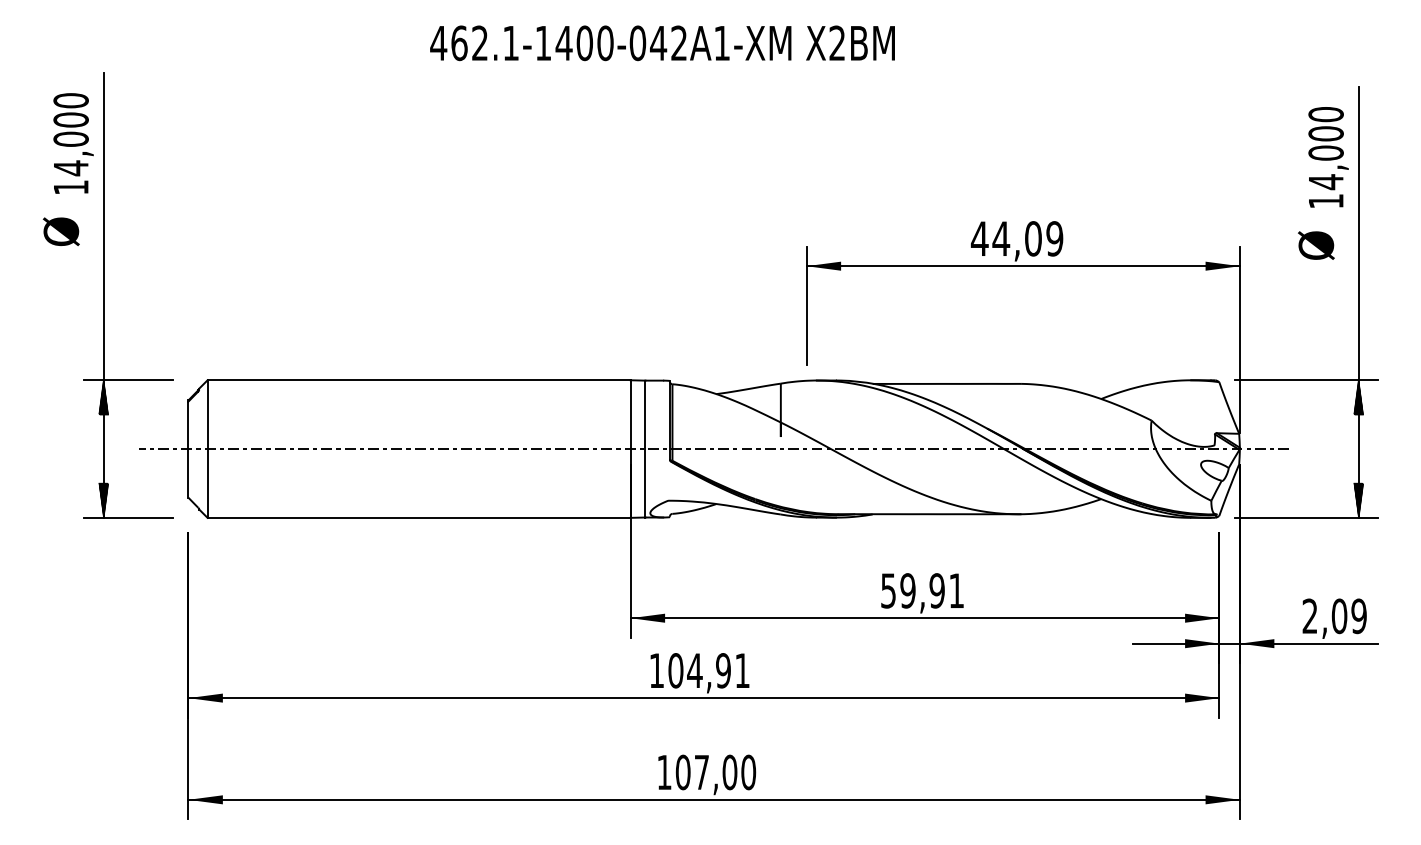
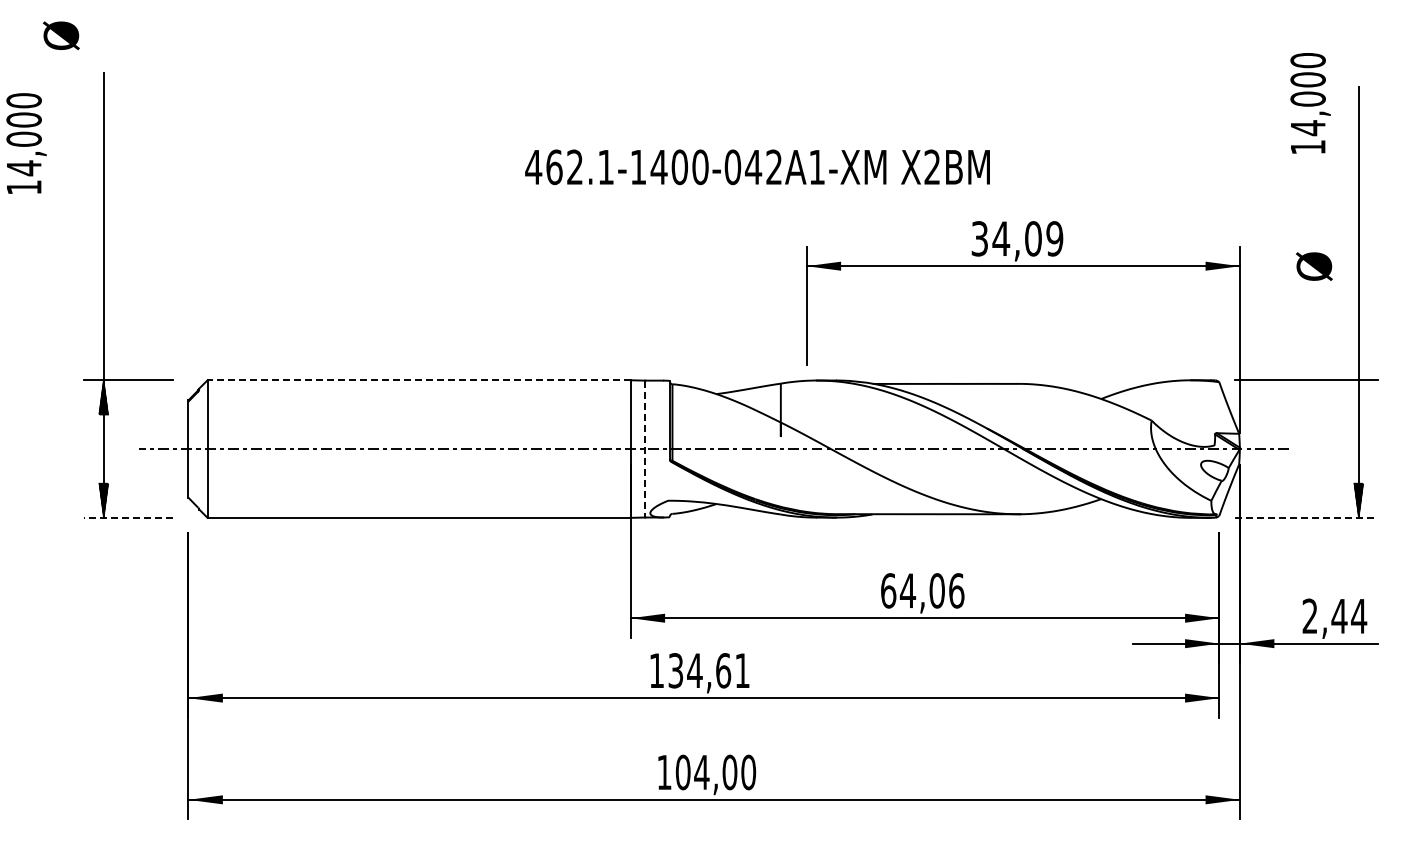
text at (662, 43) position: (662, 43) -> (757, 167)
text at (73, 143) position: (73, 143) -> (26, 143)
text at (1328, 157) position: (1328, 157) -> (1310, 103)
text at (60, 231) position: (60, 231) -> (60, 35)
text at (979, 238): 44,09 -> 34,09
text at (1316, 245) position: (1316, 245) -> (1314, 266)
line at (419, 380): solid -> dashed
hatch at (1358, 397): present -> none
line at (645, 449): solid -> dashed
line at (127, 517): solid -> dashed
line at (1306, 517): solid -> dashed
text at (922, 590): 59,91 -> 64,06
text at (1349, 616): 2,09 -> 2,44
text at (699, 670): 104,91 -> 134,61
text at (701, 772): 107,00 -> 104,00
